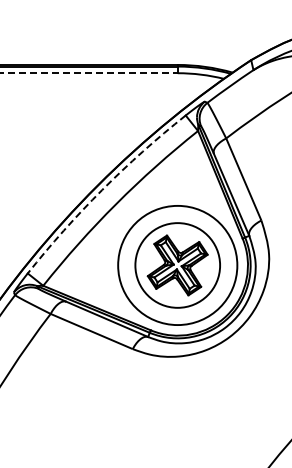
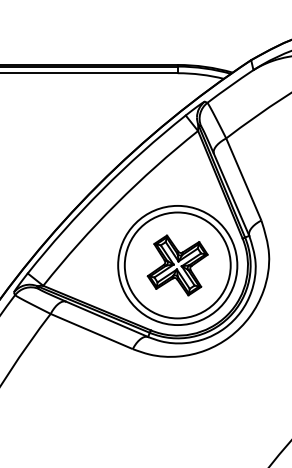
line at (88, 73): dashed -> solid
arc at (102, 189): dashed -> solid
circle at (177, 265) diameter: 85 px -> 106 px
